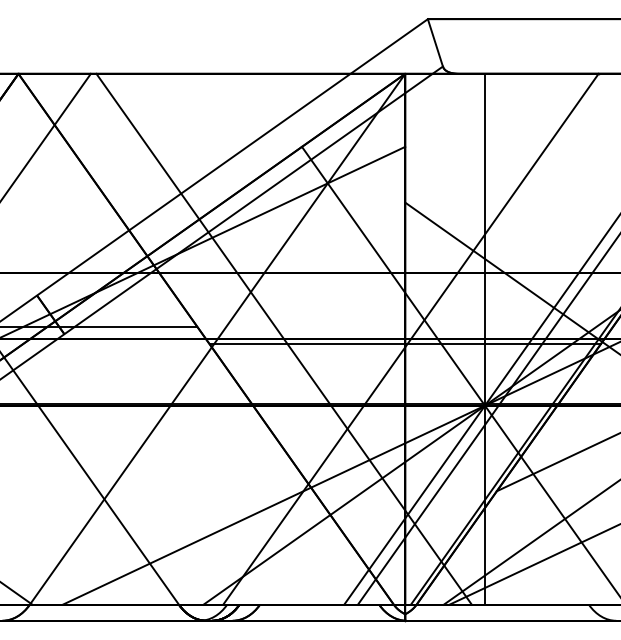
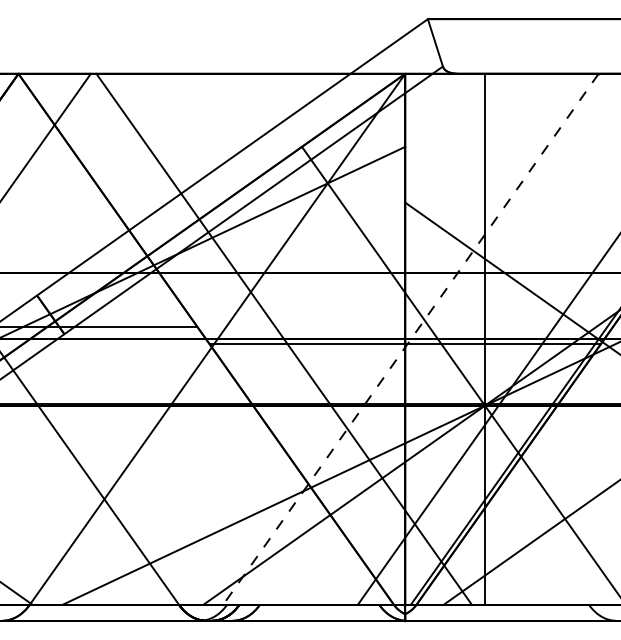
line at (410, 339): solid -> dashed
line at (480, 410): present -> none
line at (556, 462): present -> none
line at (533, 564): present -> none
